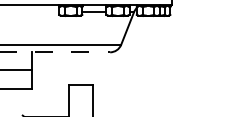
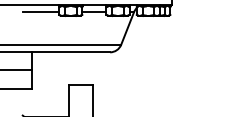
line at (40, 12): none -> present
line at (55, 52): dashed -> solid
